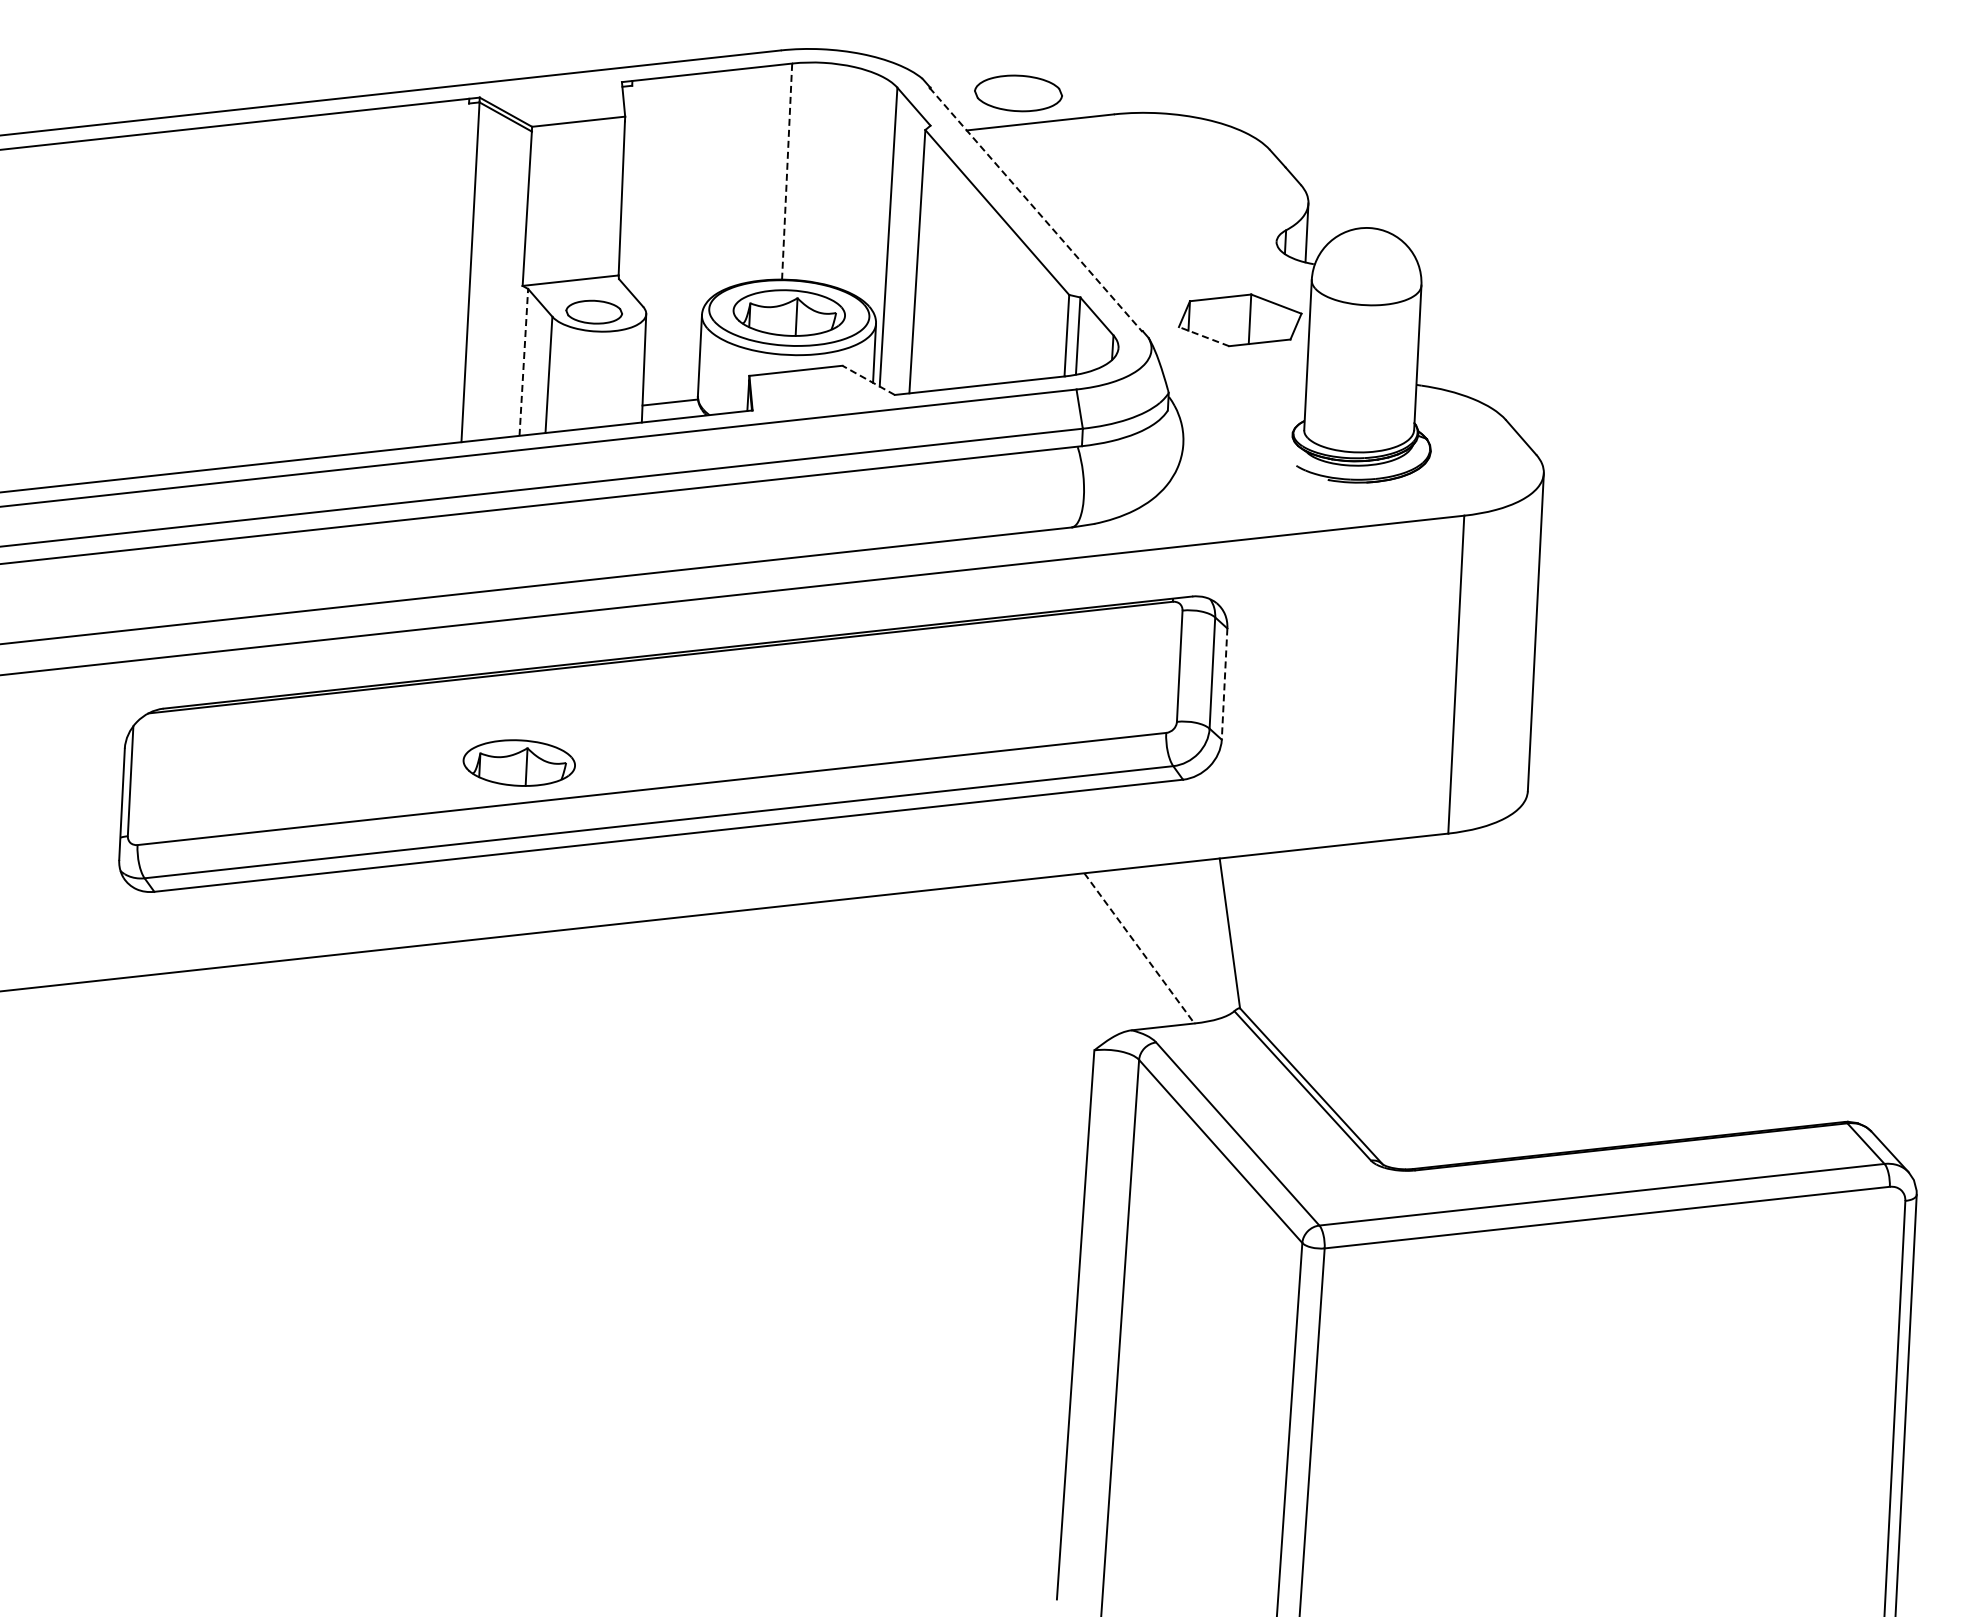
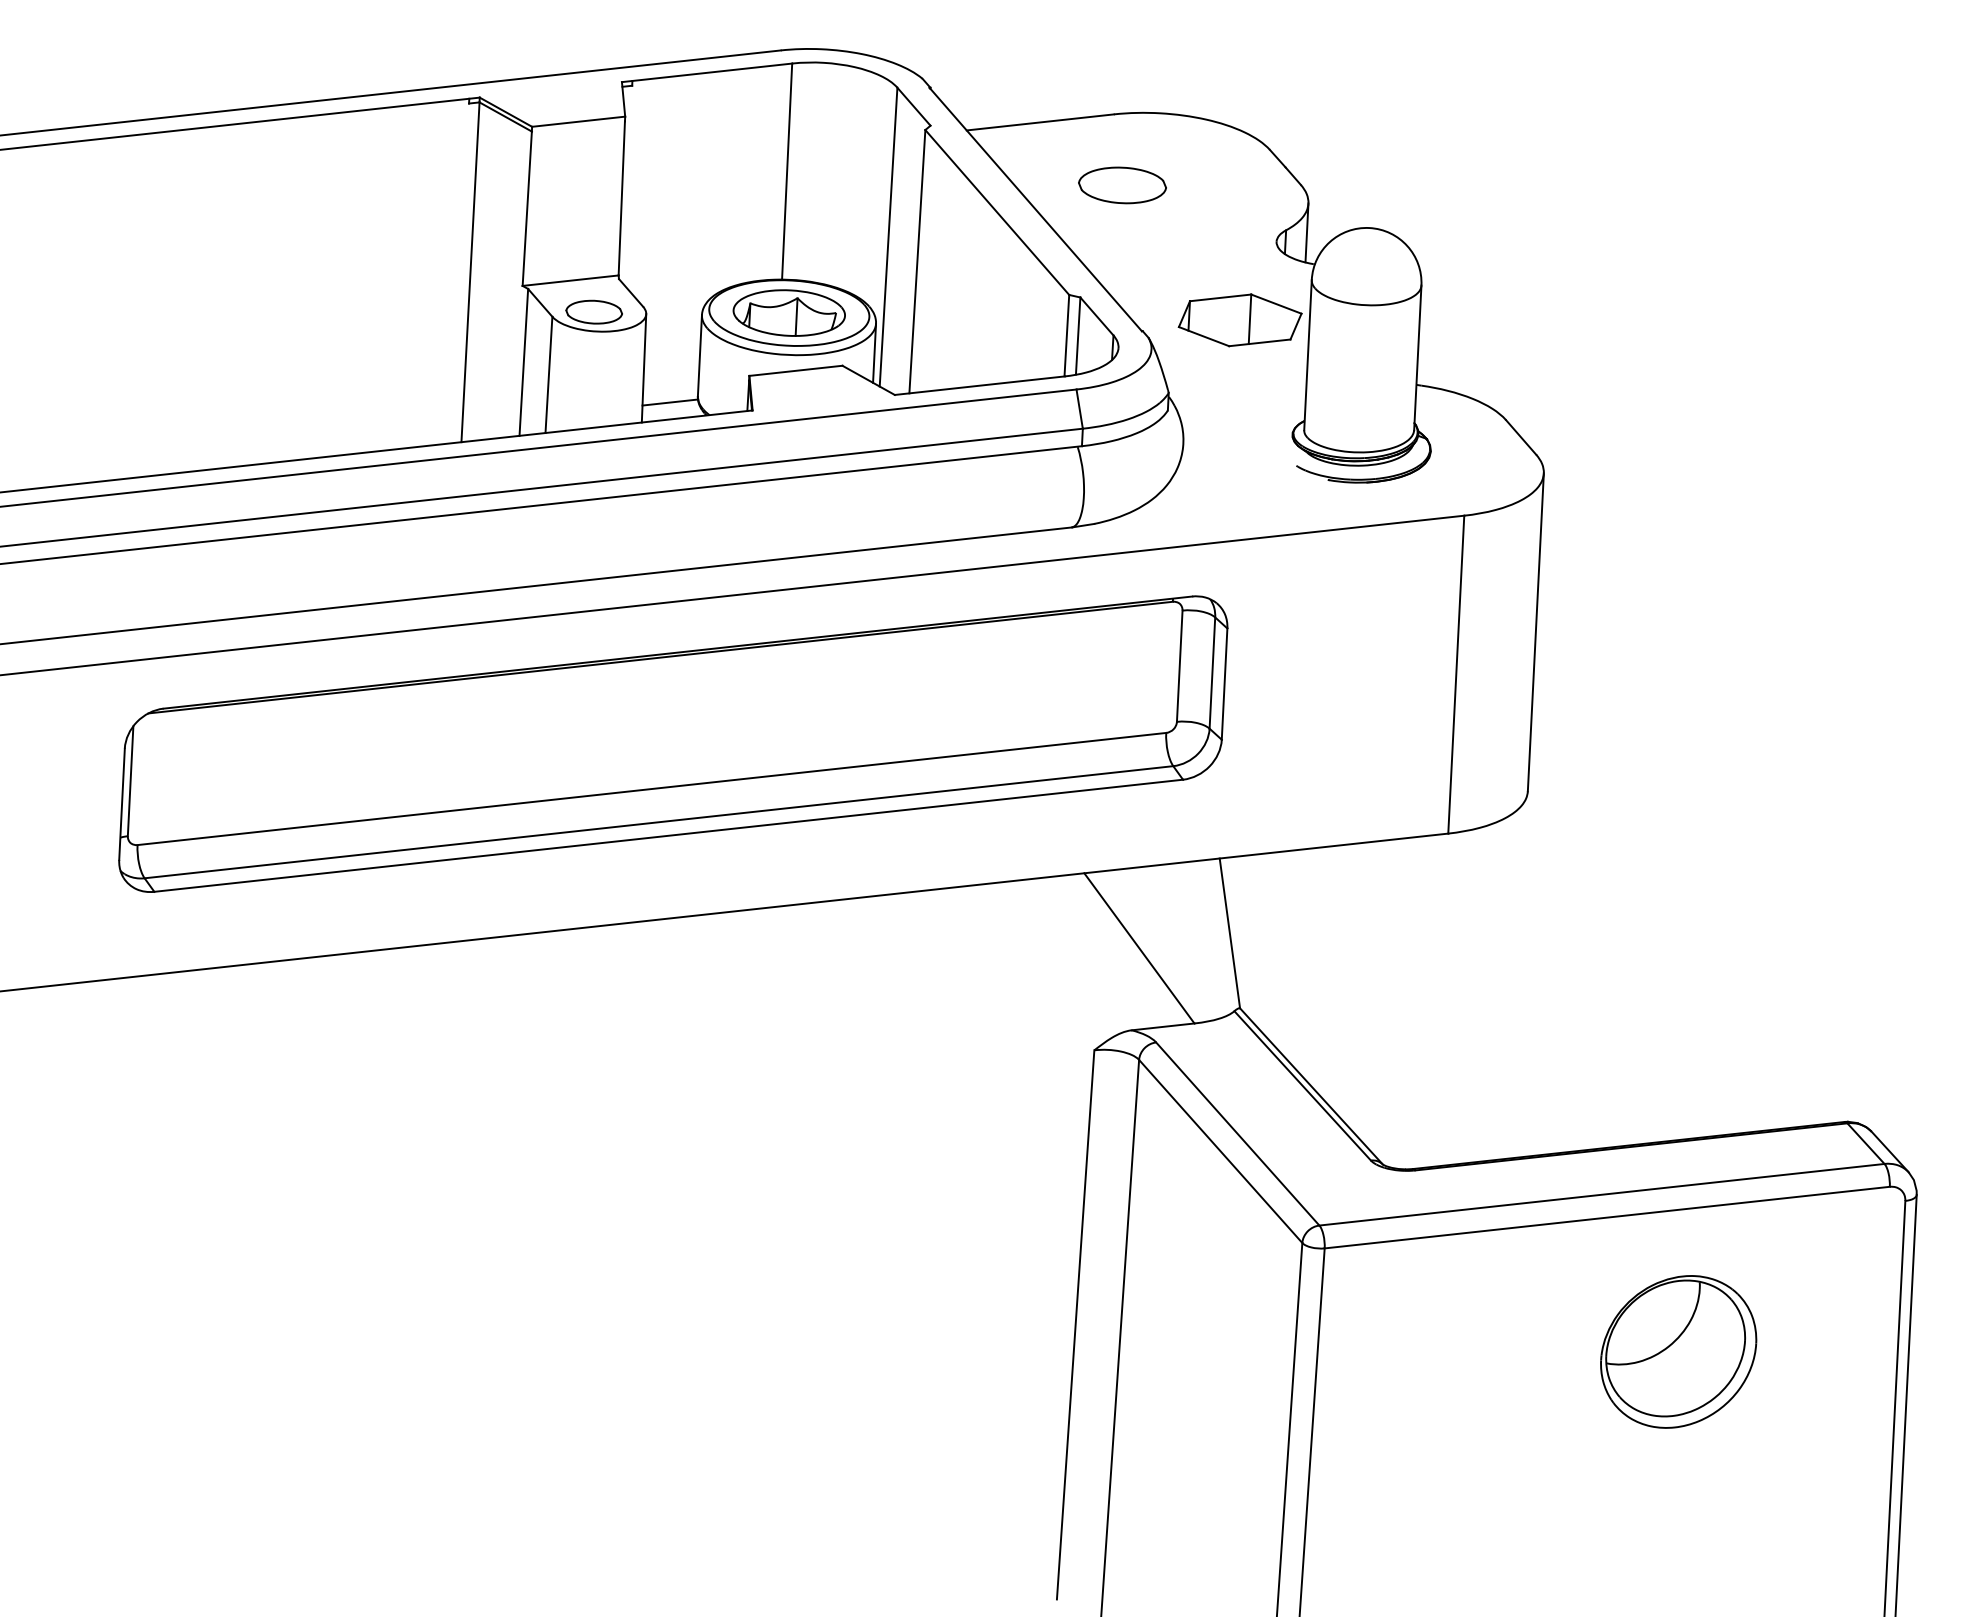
part at (1018, 93) position: (1018, 93) -> (1122, 185)
line at (787, 171): dashed -> solid
line at (1036, 209): dashed -> solid
line at (1204, 336): dashed -> solid
line at (523, 362): dashed -> solid
line at (868, 380): dashed -> solid
line at (1224, 684): dashed -> solid
part at (518, 762): present -> none
line at (1139, 948): dashed -> solid
part at (1678, 1351): none -> present
